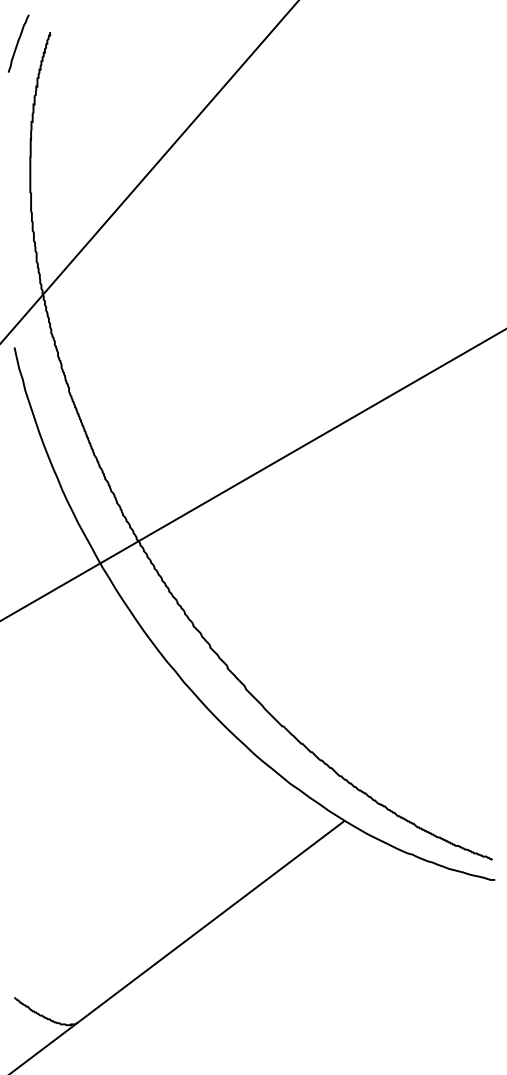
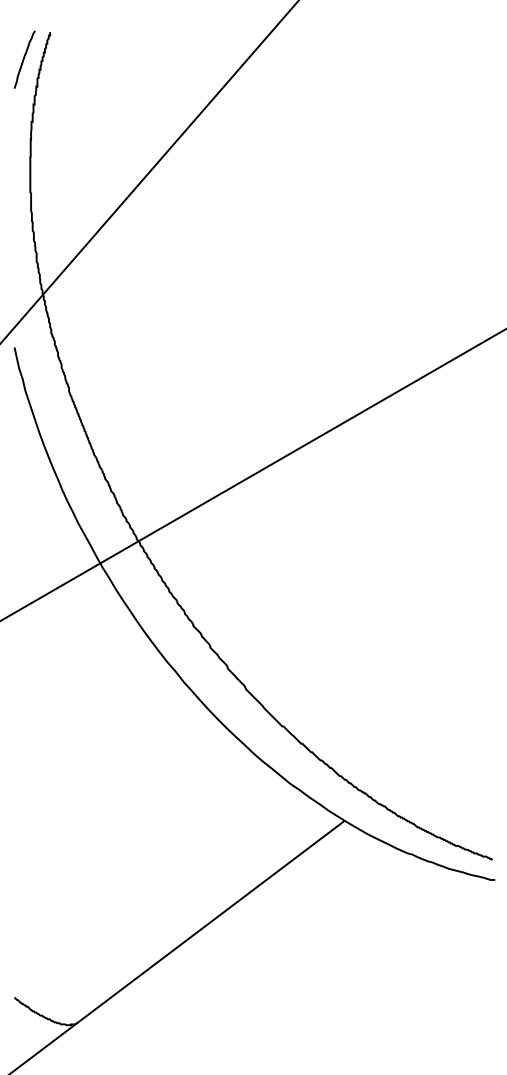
curve at (18, 43) position: (18, 43) -> (24, 59)
